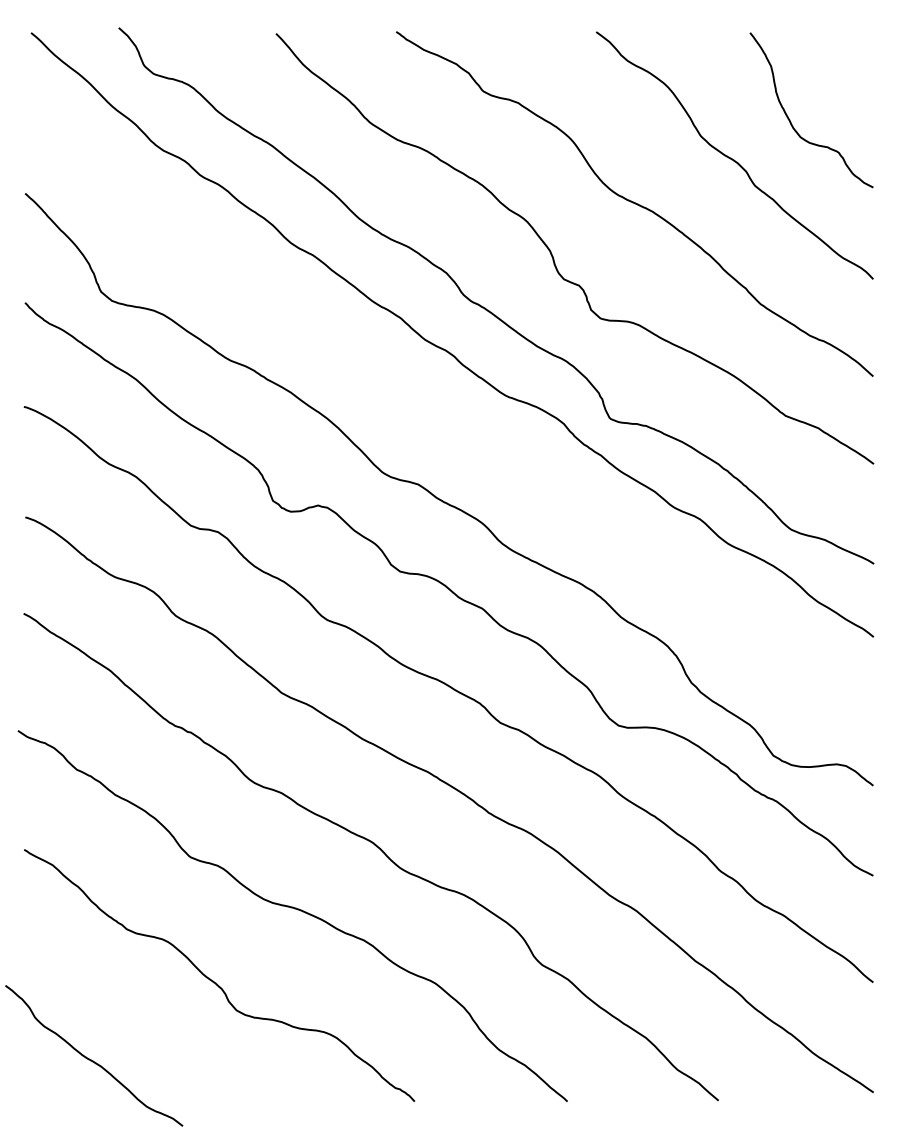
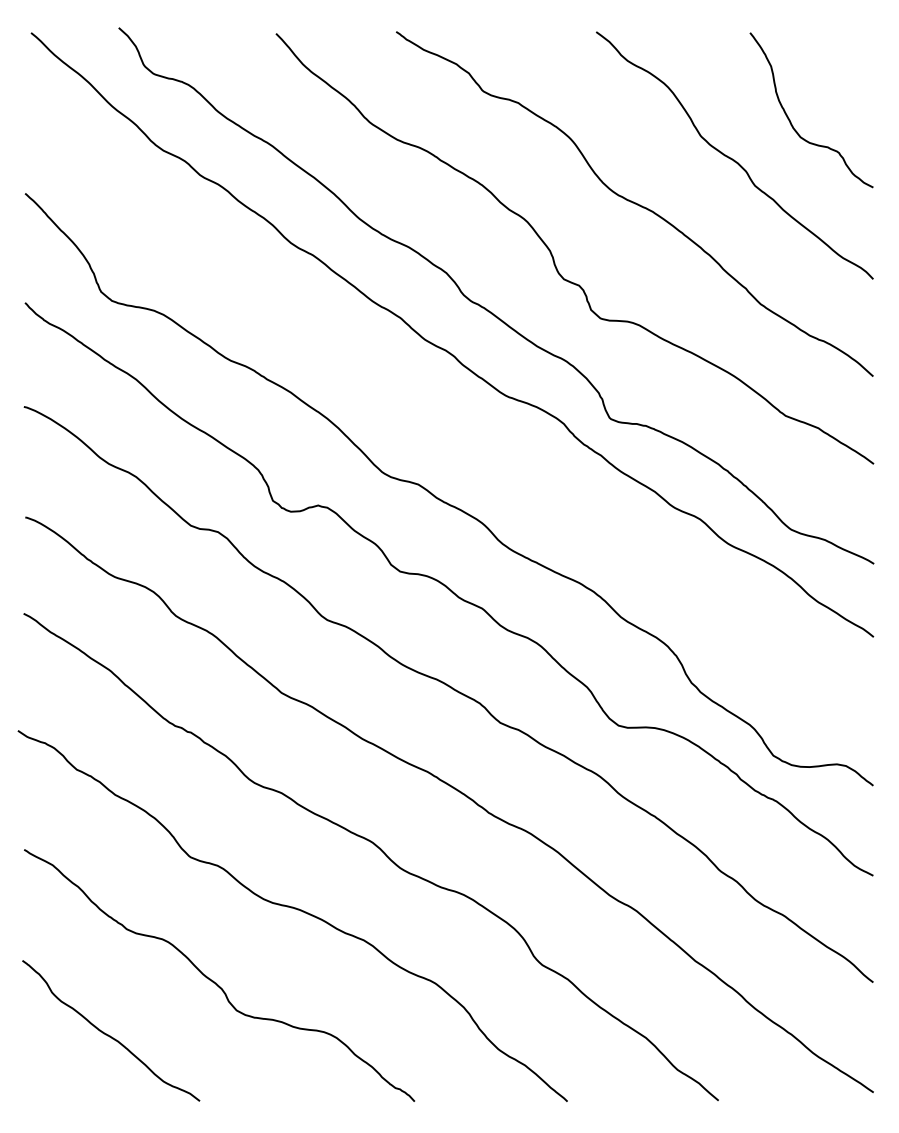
curve at (91, 1059) position: (91, 1059) -> (108, 1034)
